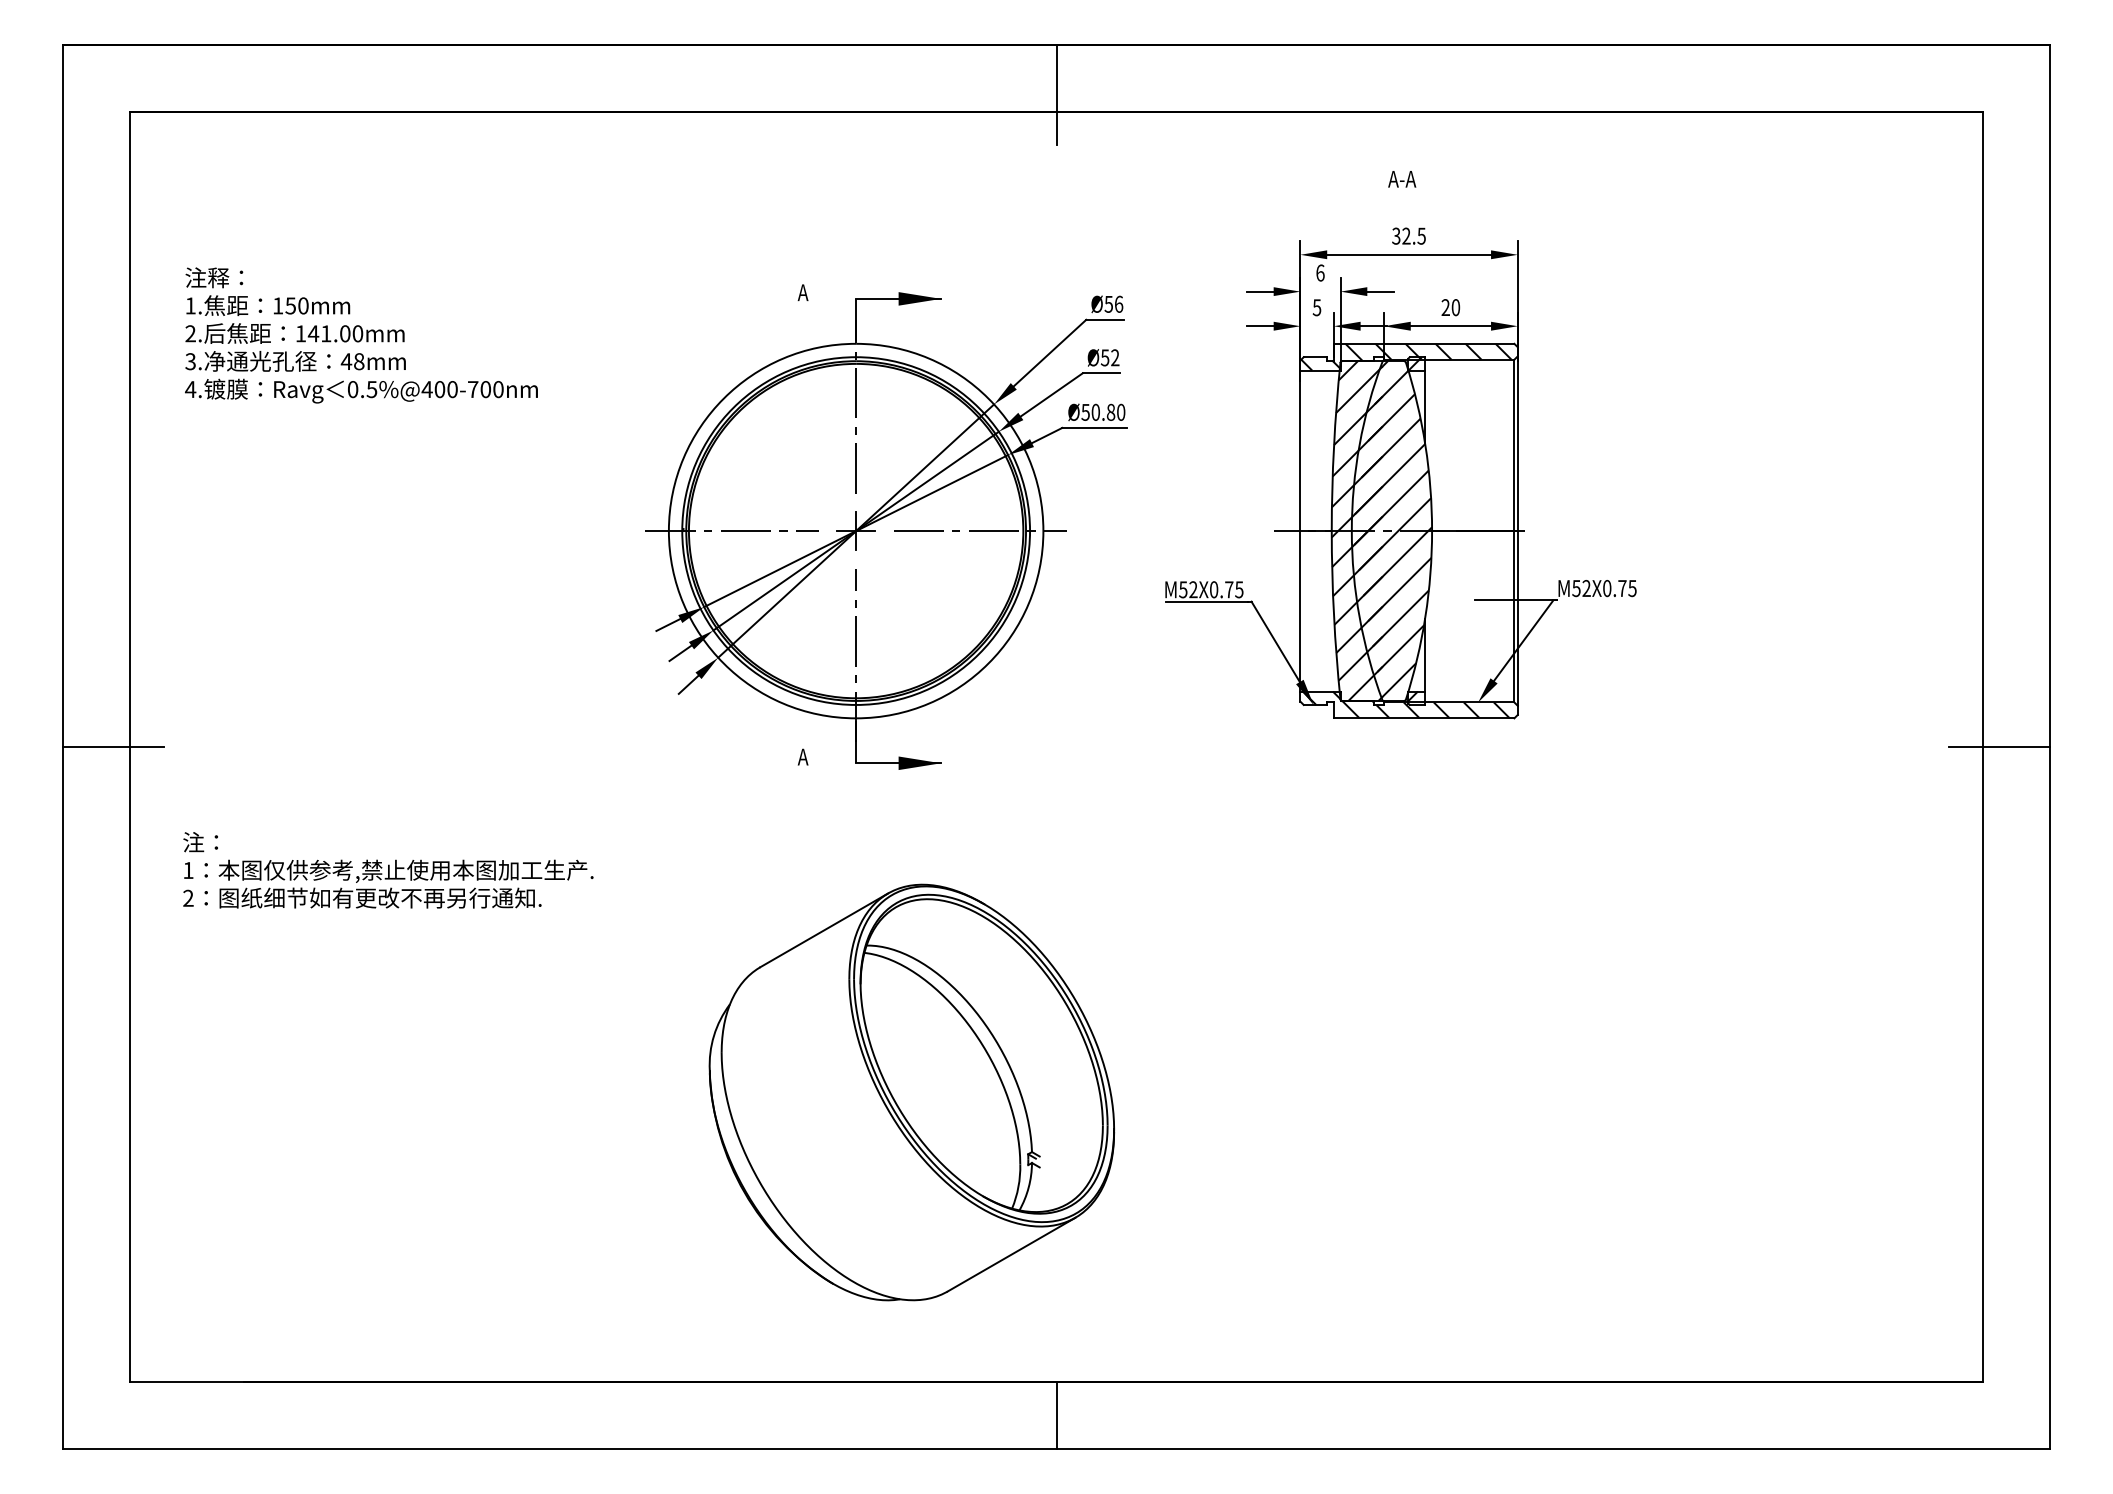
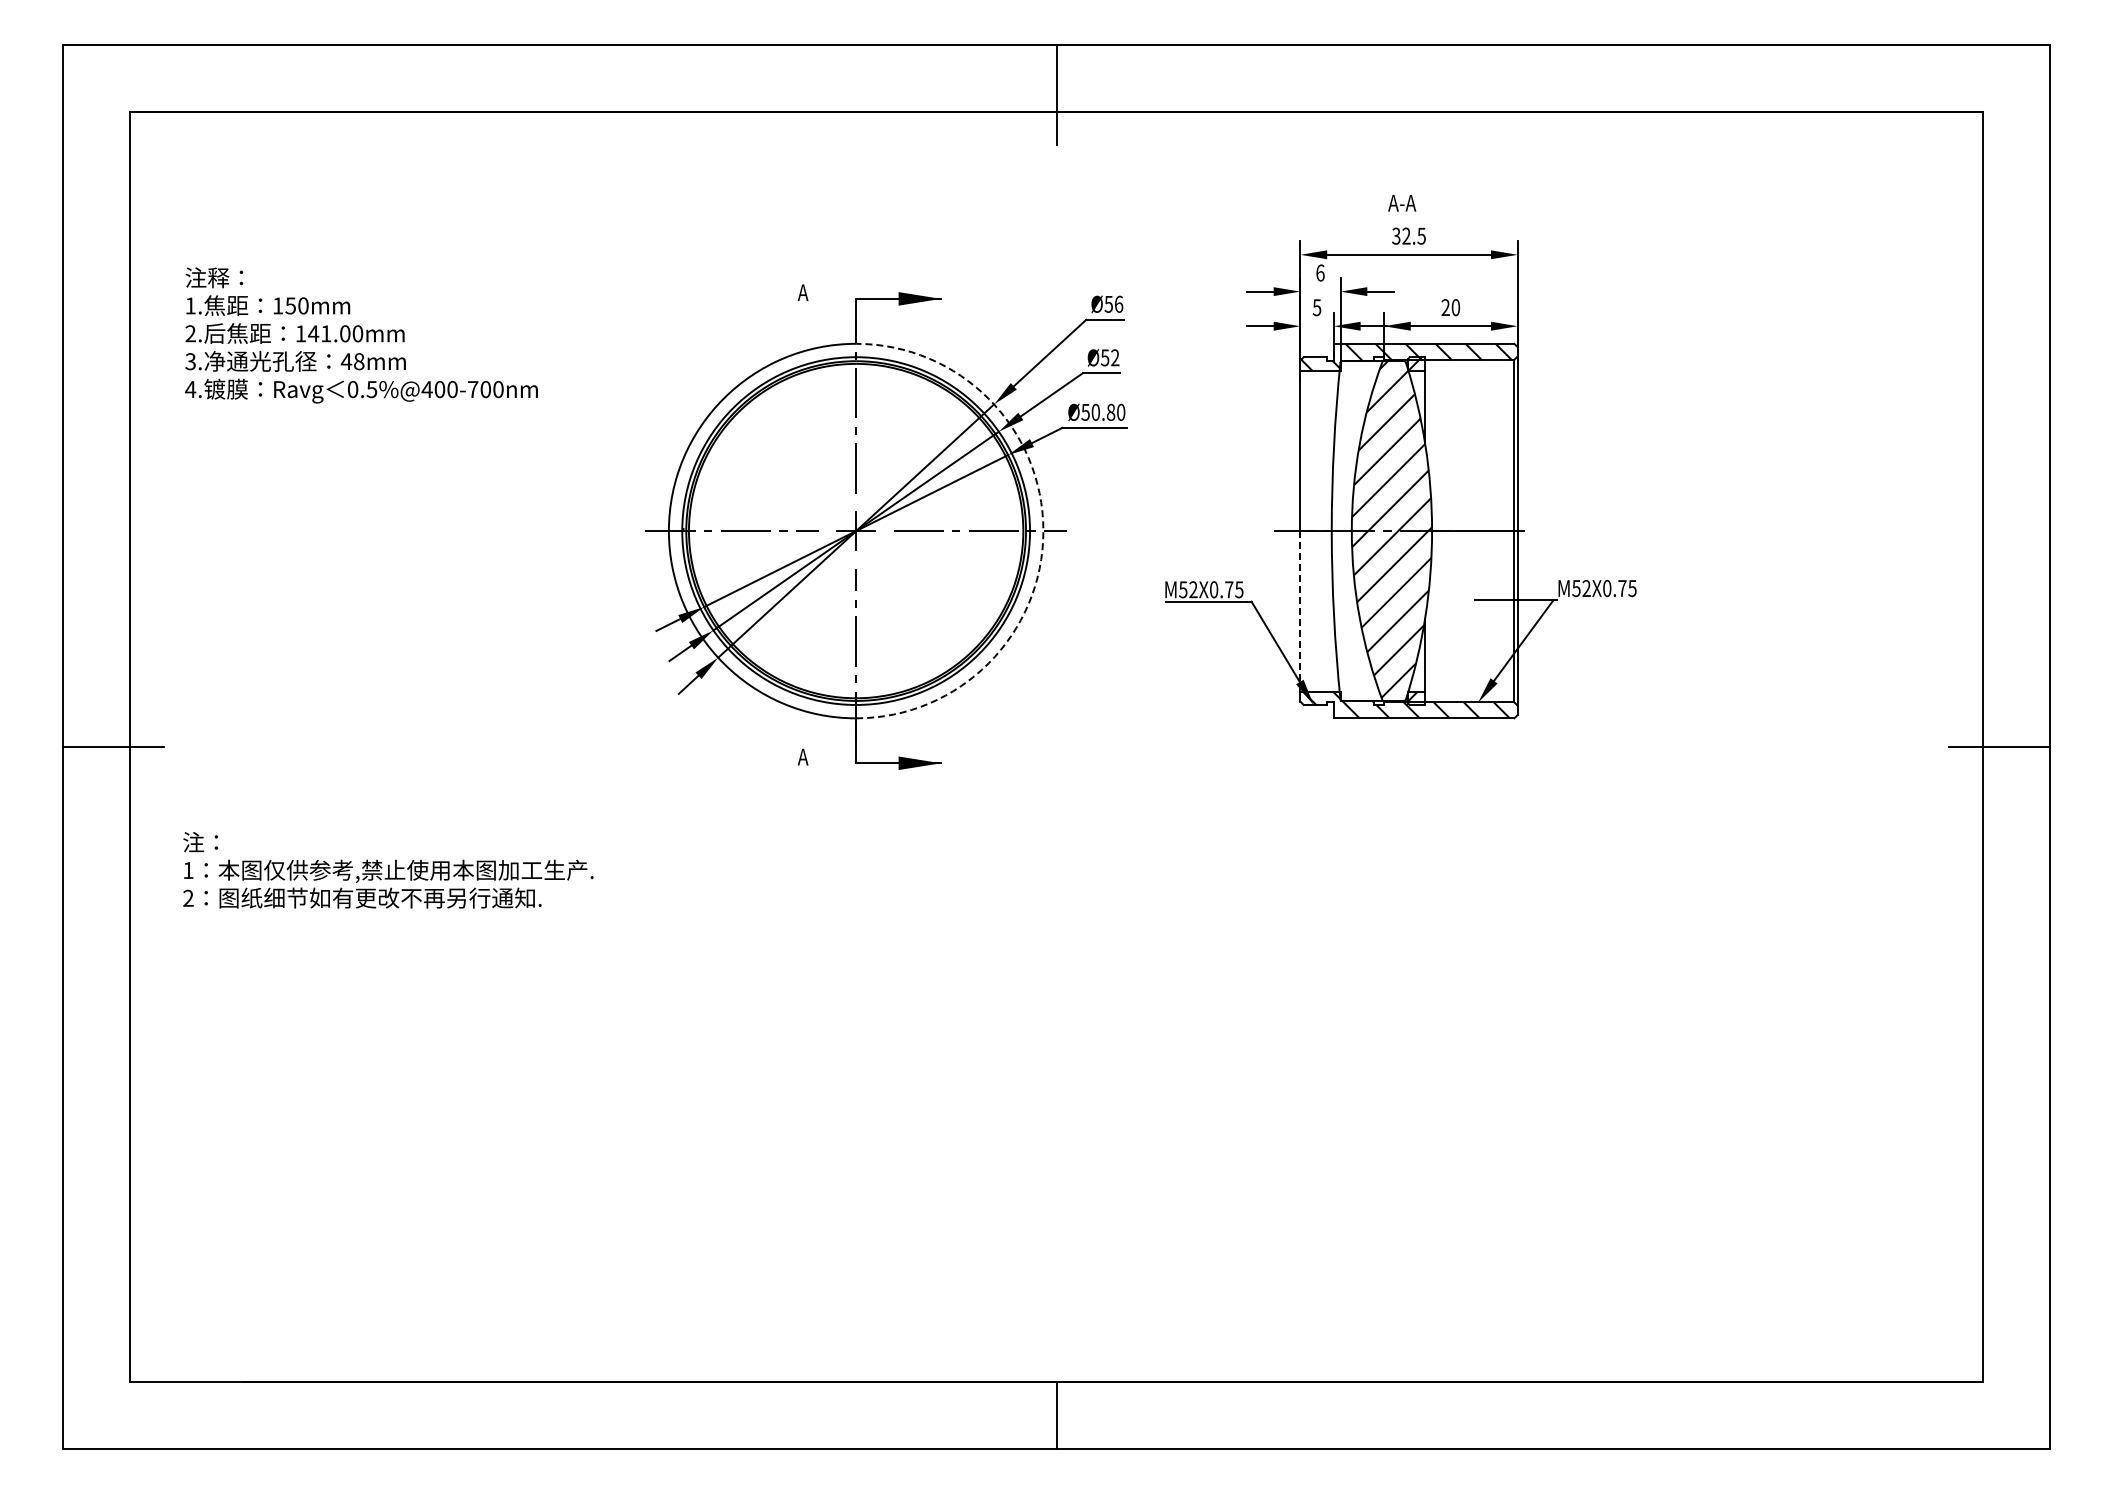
text at (1402, 179) position: (1402, 179) -> (1402, 203)
hatch at (1356, 530): present -> none
arc at (1043, 531): solid -> dashed
line at (1300, 610): solid -> dashed
part at (911, 1092): present -> none
